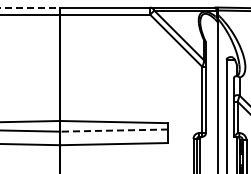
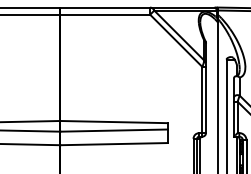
line at (30, 7): dashed -> solid
line at (114, 130): dashed -> solid
